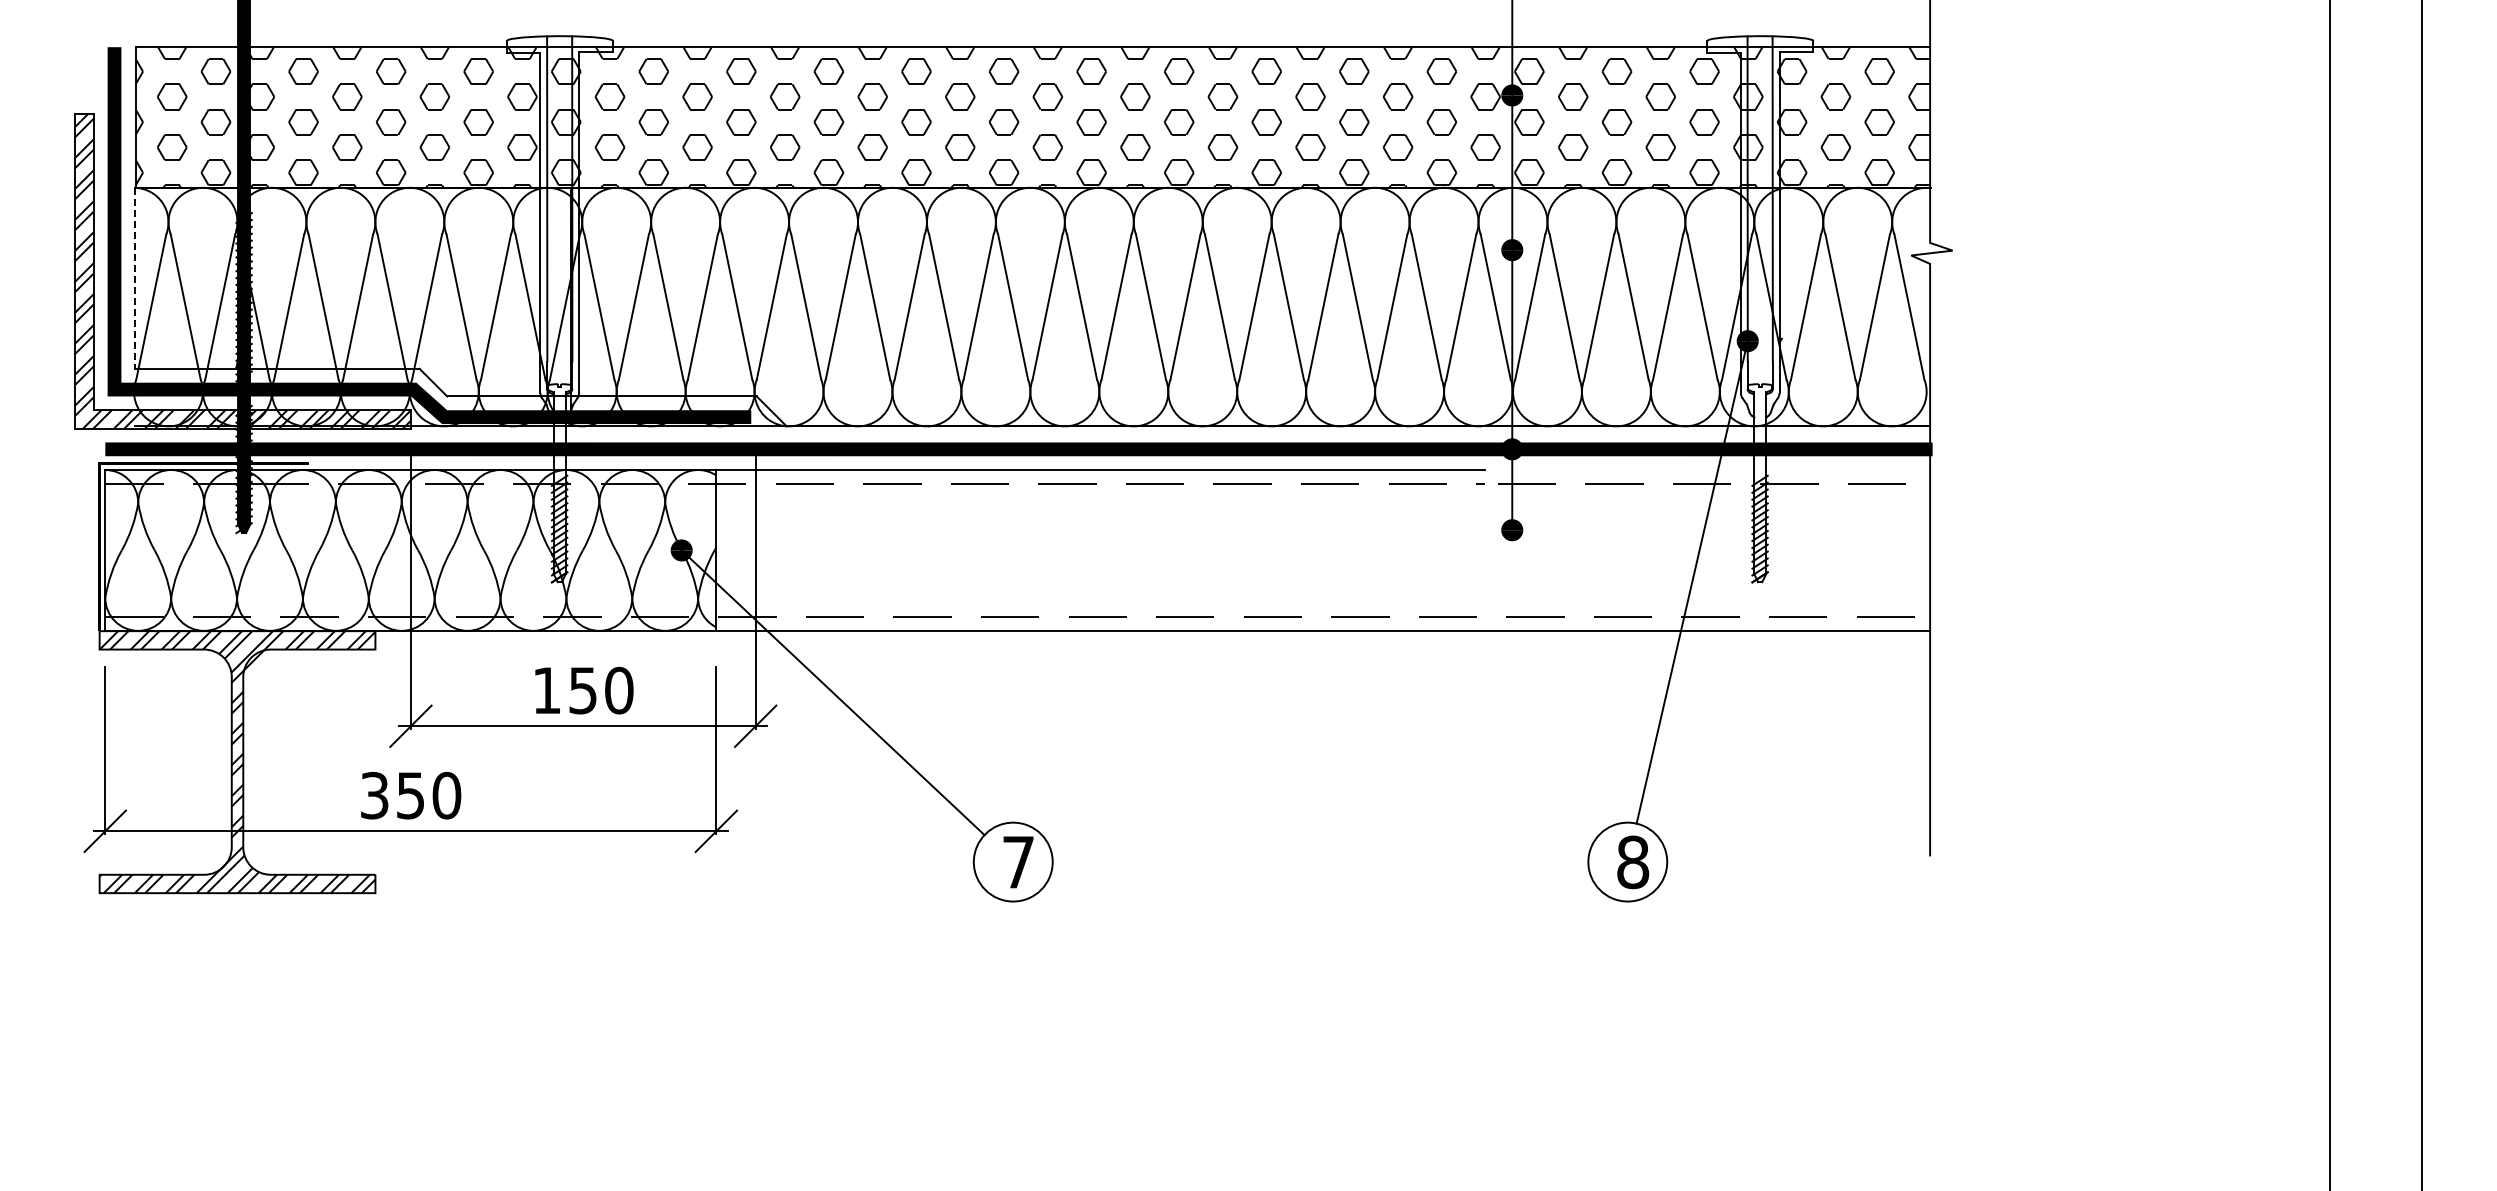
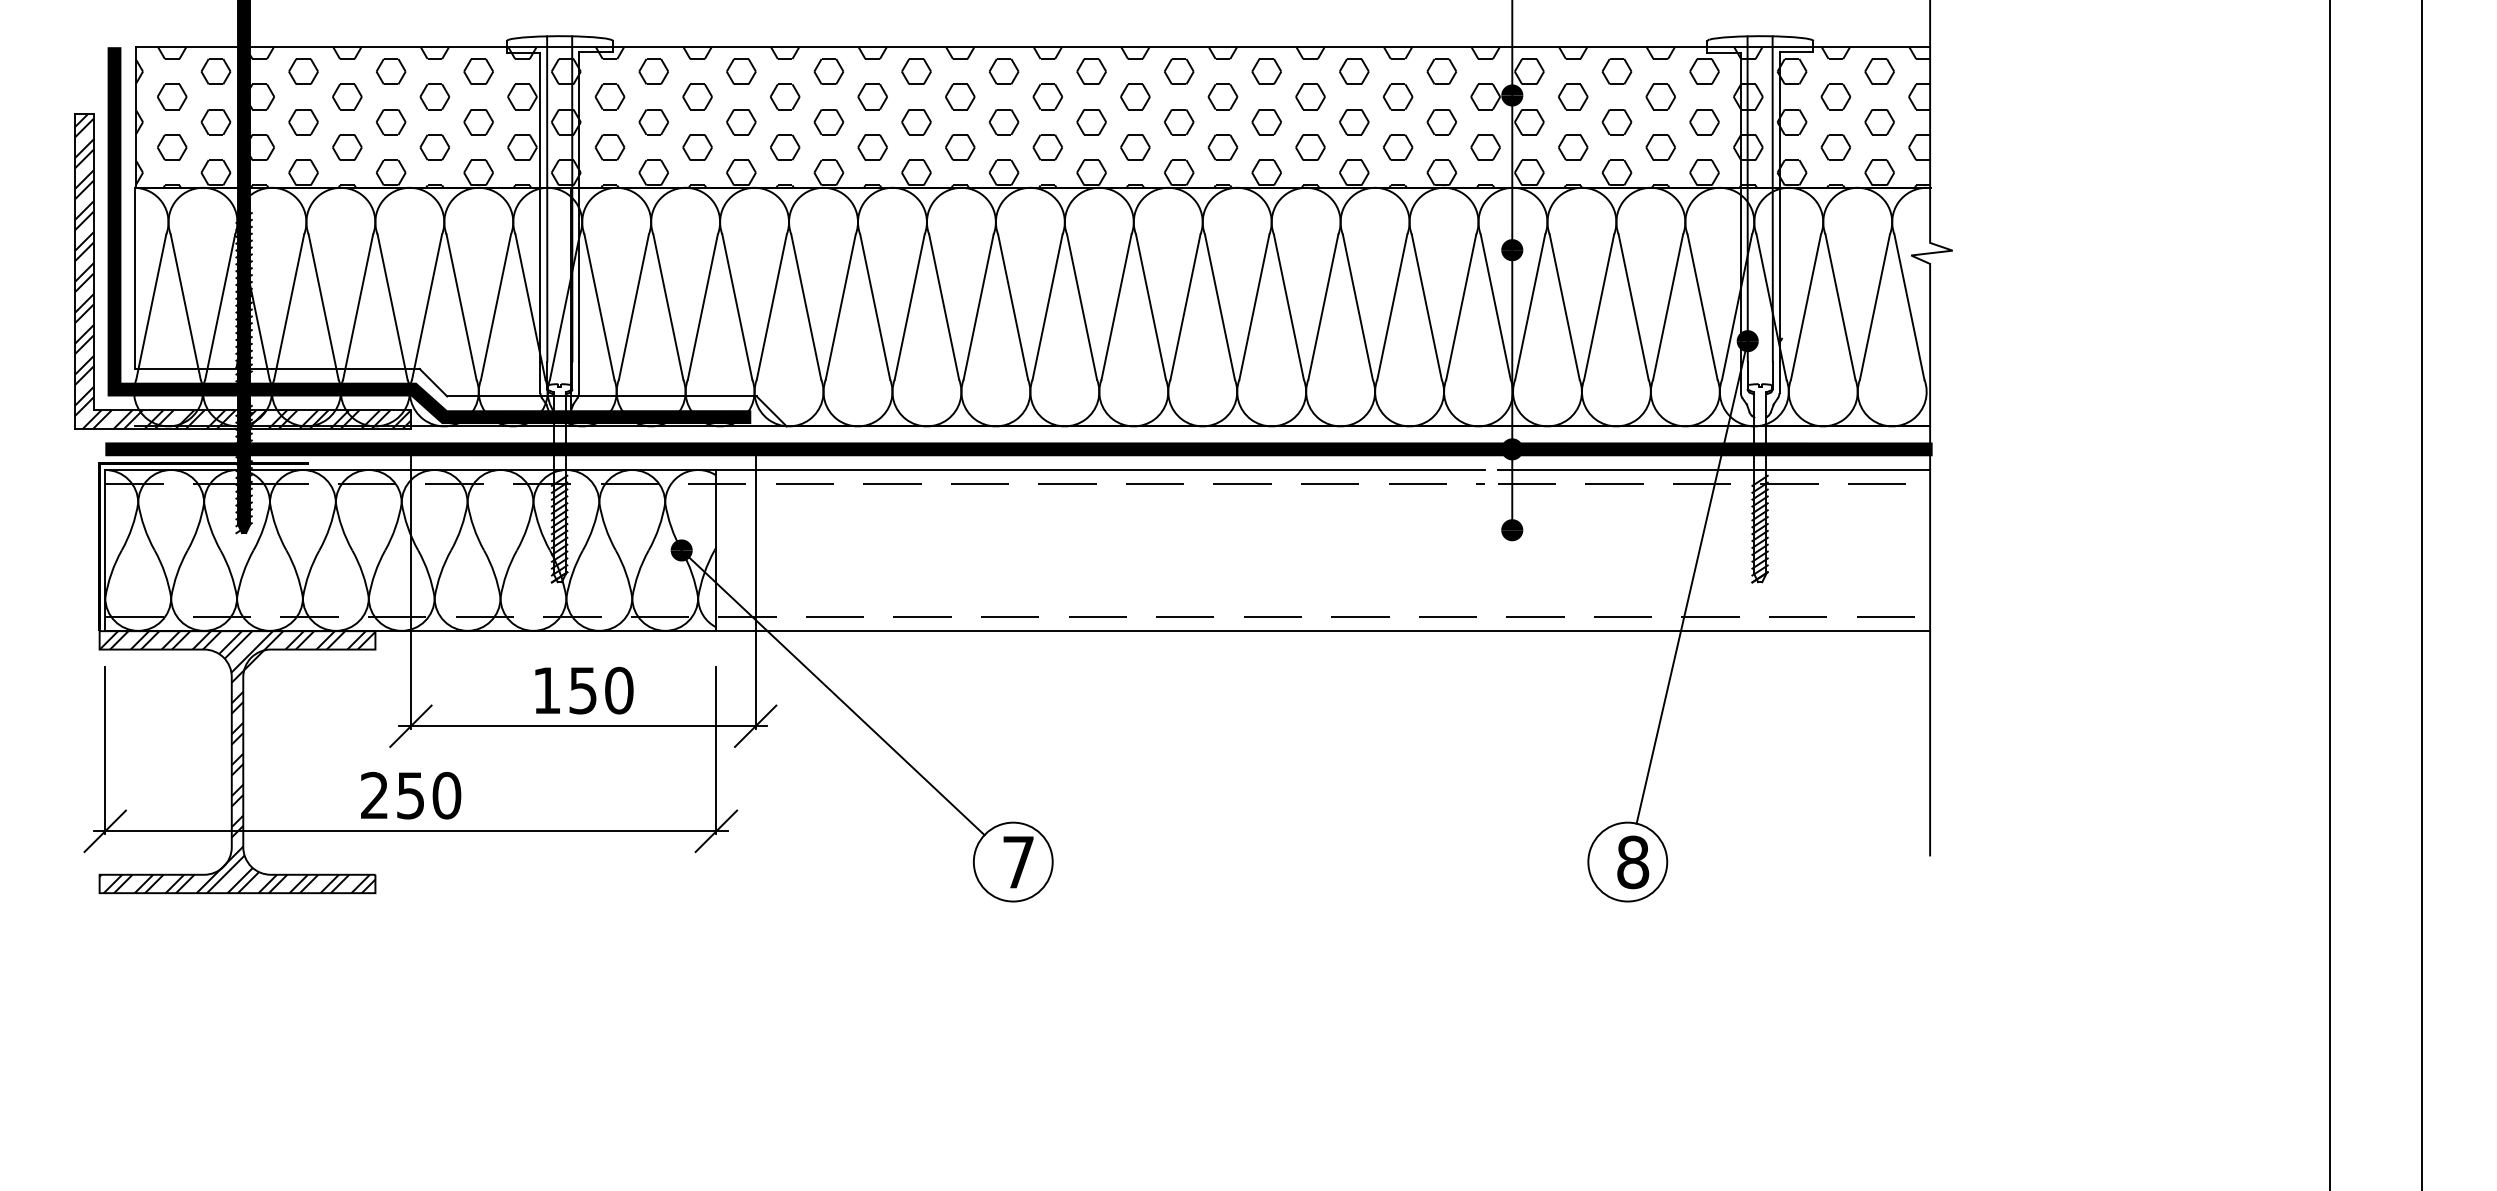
line at (135, 278): dashed -> solid
line at (1713, 470): none -> present
text at (374, 795): 350 -> 250
